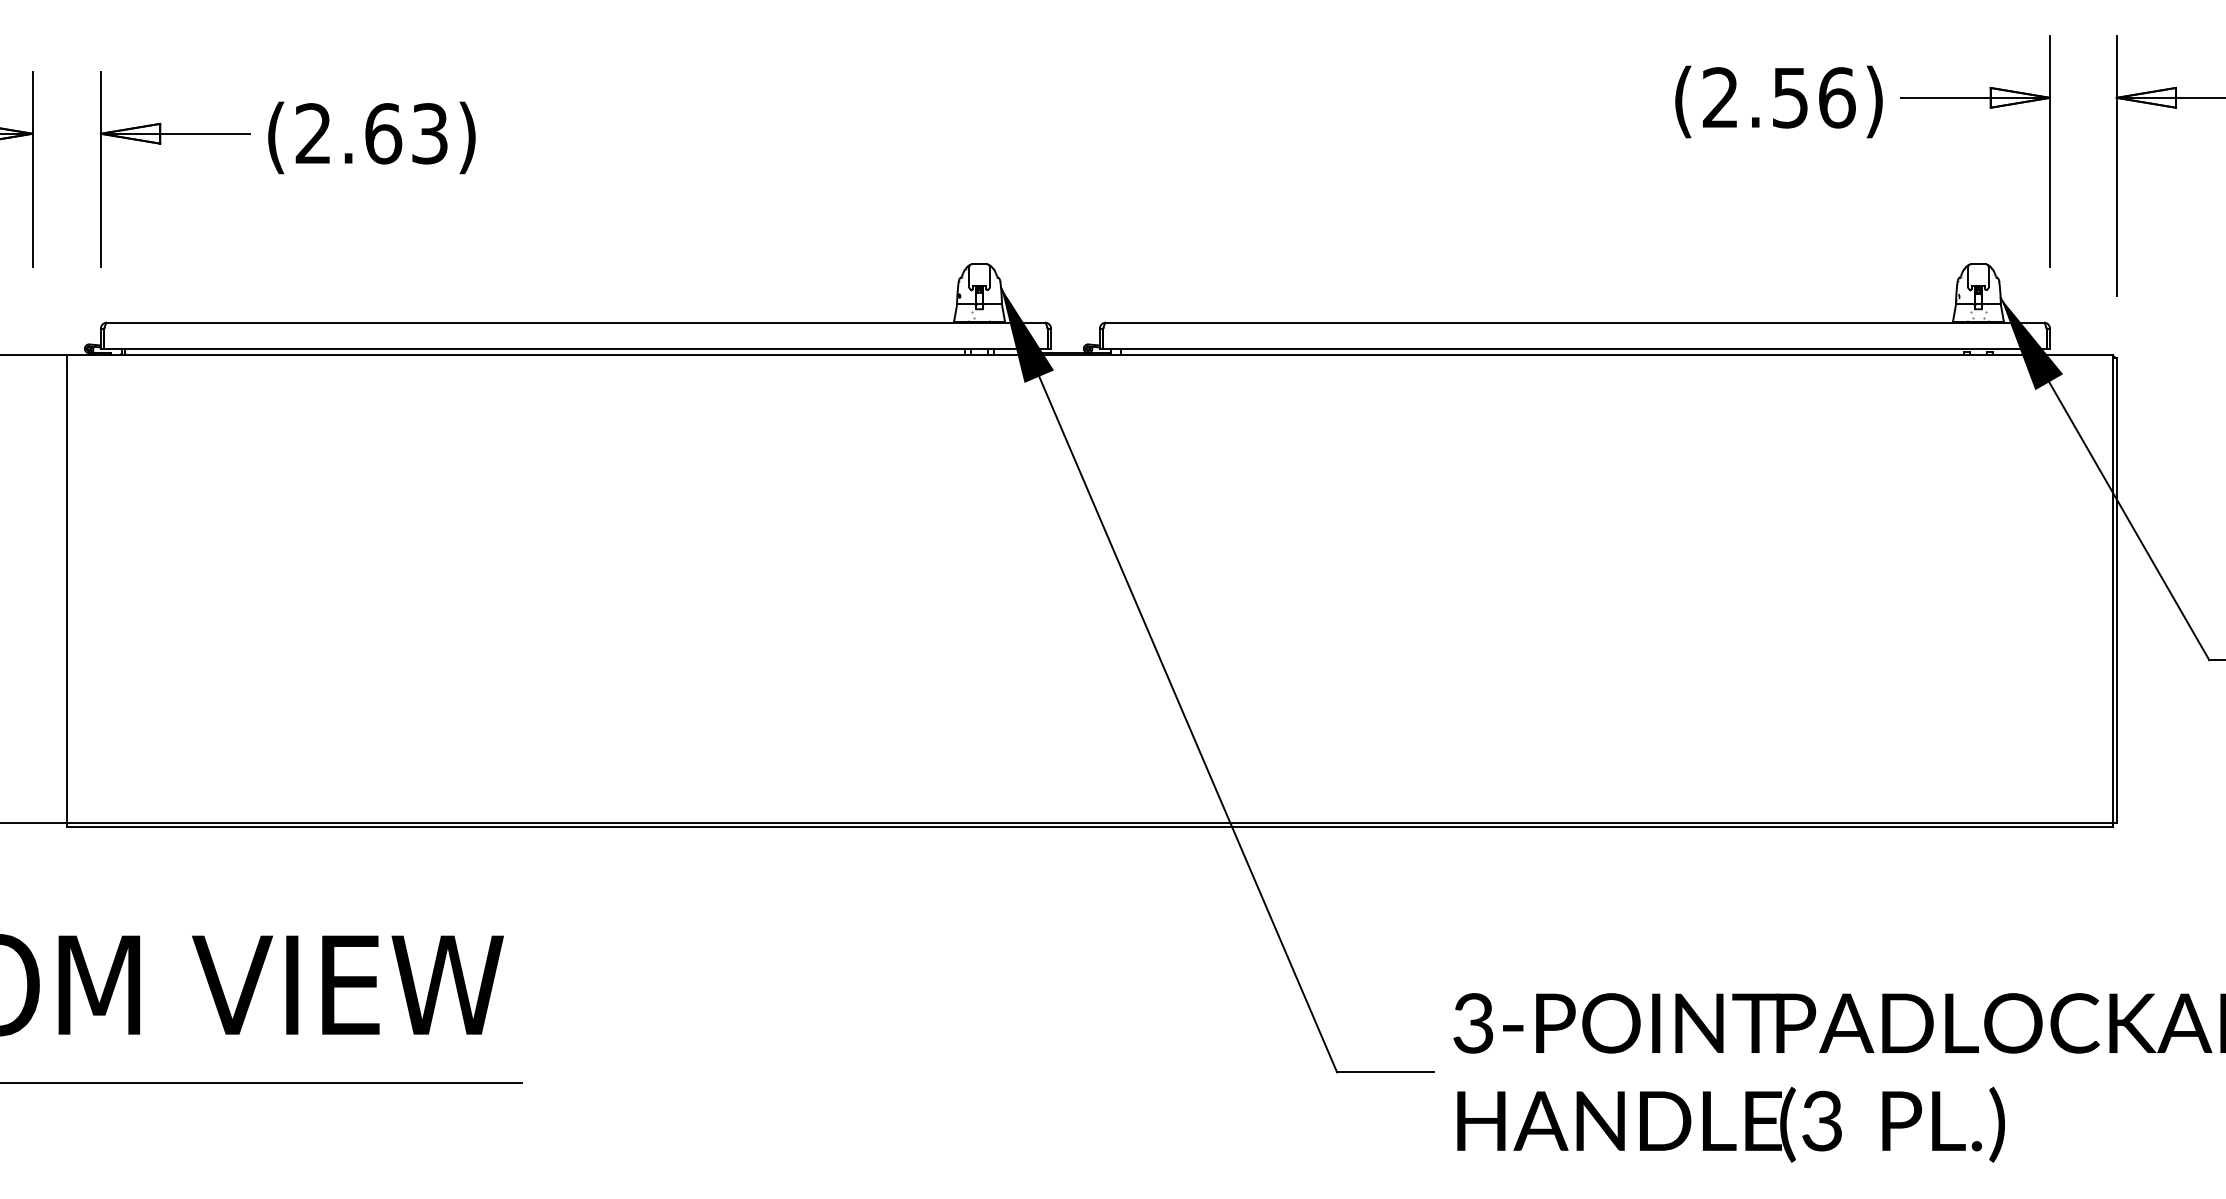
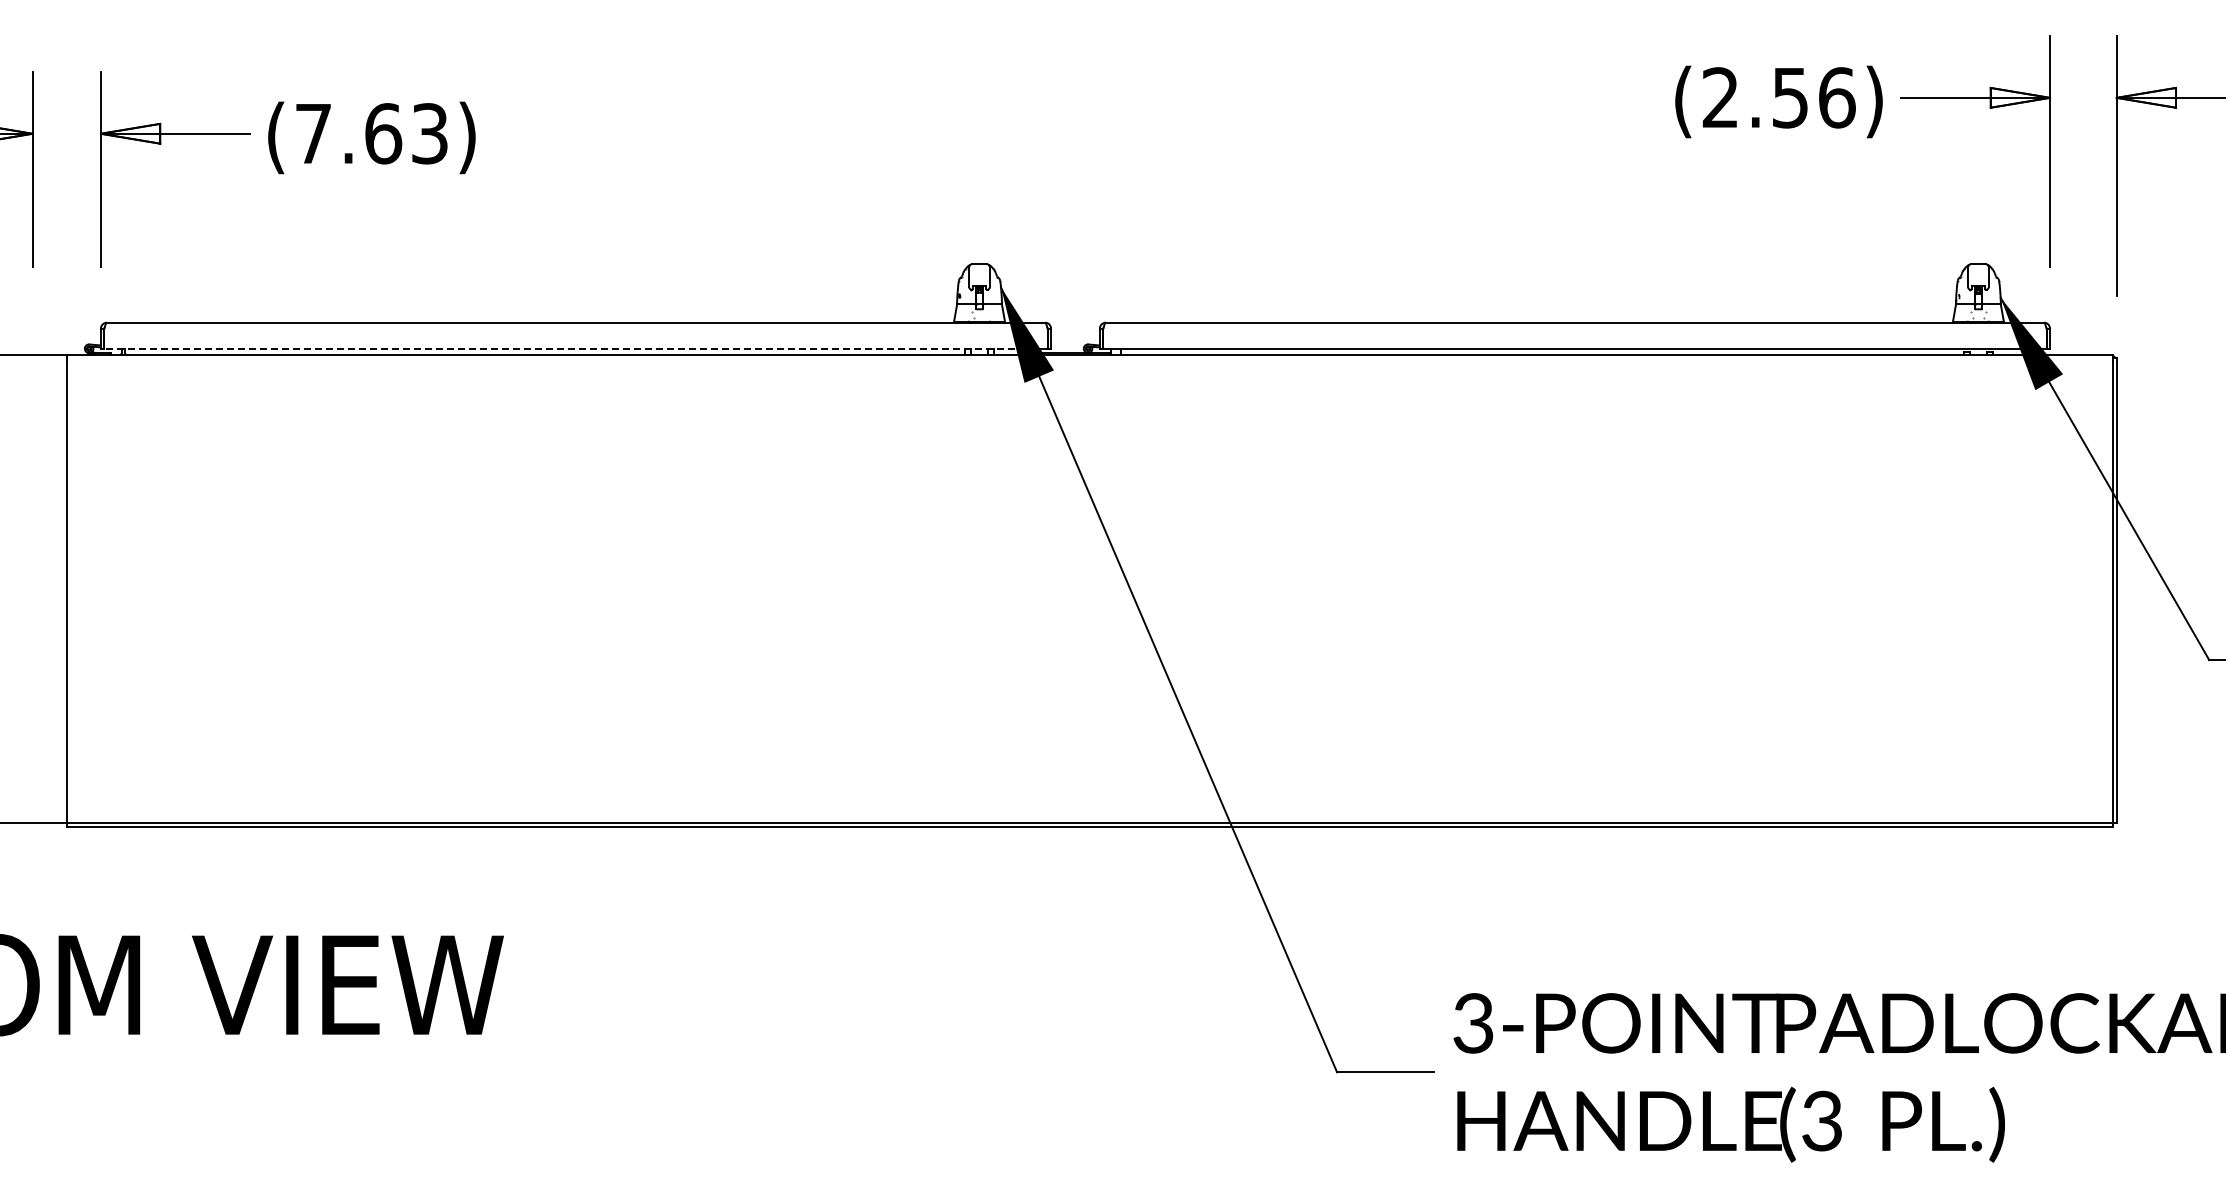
text at (312, 133): (2.63) -> (7.63)
line at (576, 348): solid -> dashed
line at (261, 1083): present -> none
